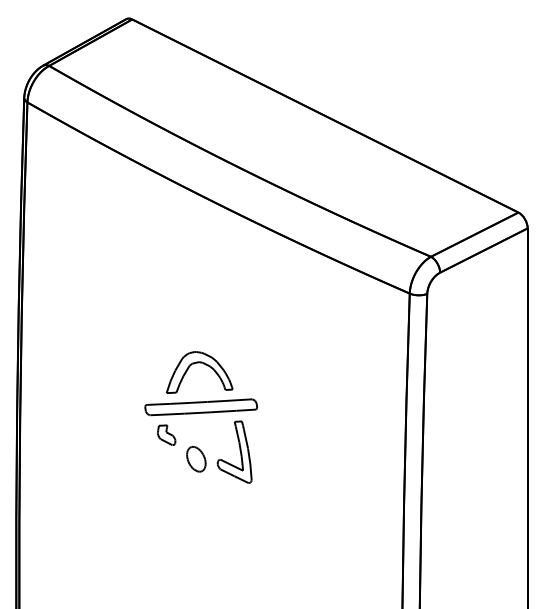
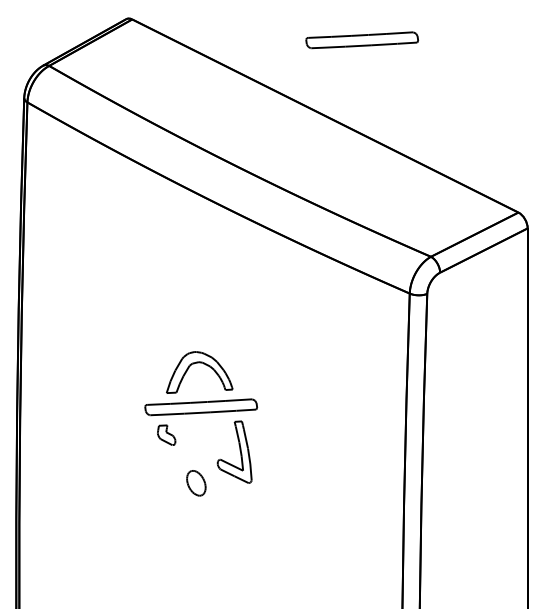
part at (362, 40): none -> present
part at (196, 459) position: (196, 459) -> (196, 483)
